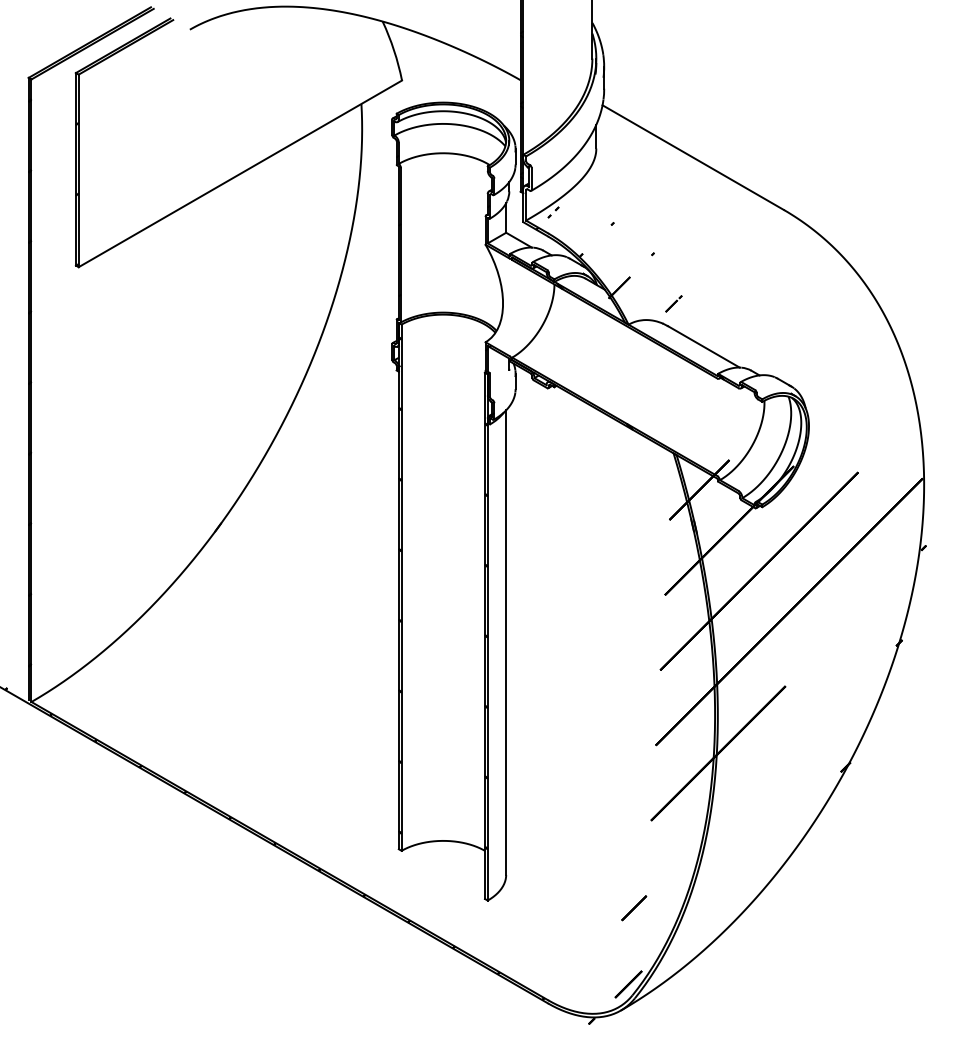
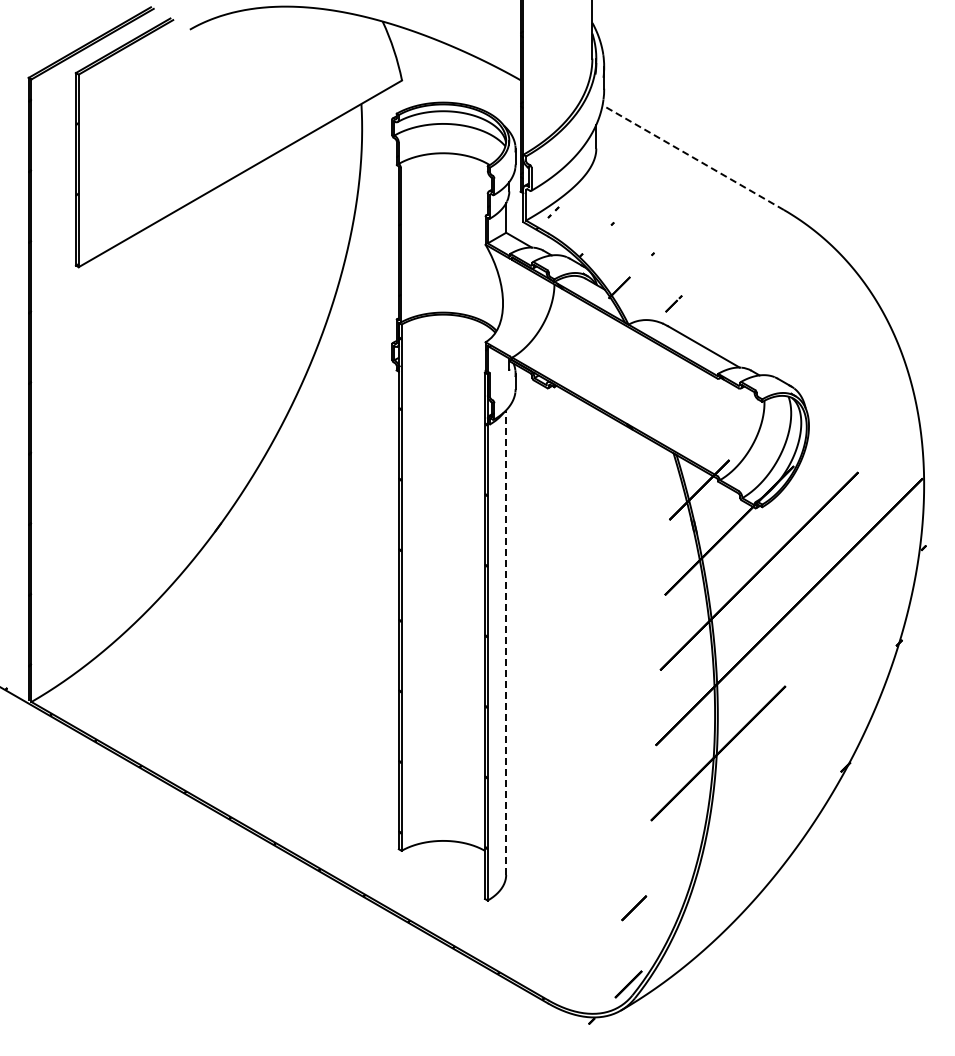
line at (693, 157): solid -> dashed
line at (506, 642): solid -> dashed
